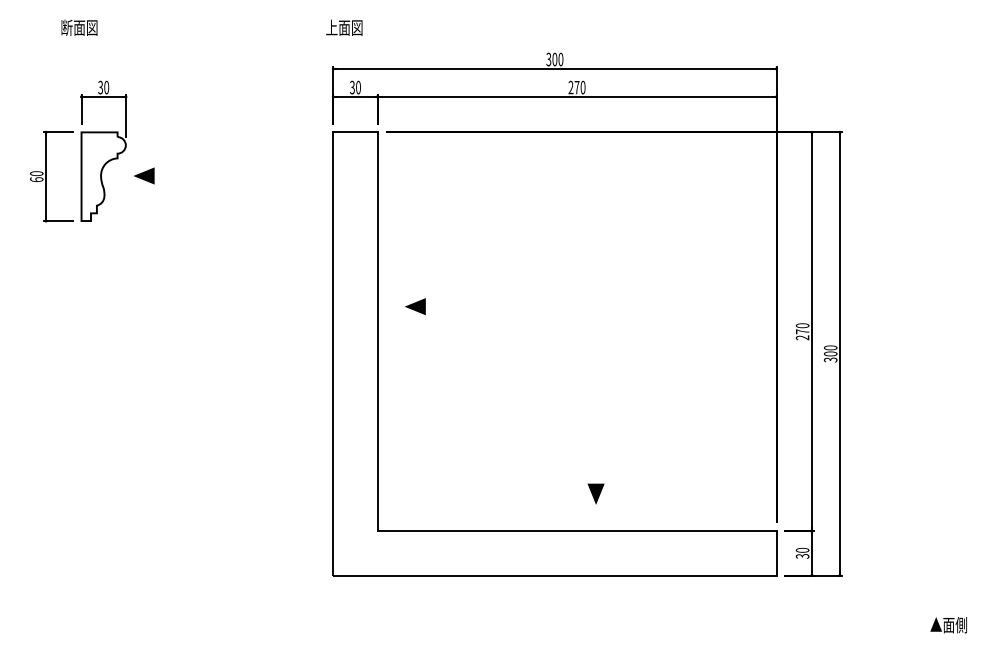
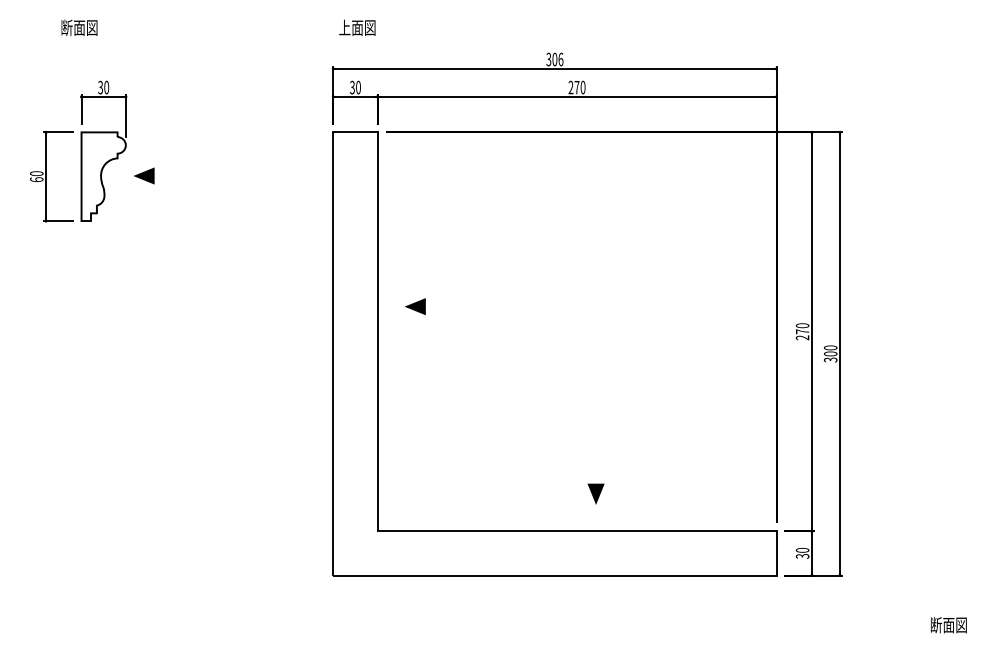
text at (344, 27) position: (344, 27) -> (357, 27)
text at (560, 58): 300 -> 306
text at (948, 625): ▲面側 -> 断面図
